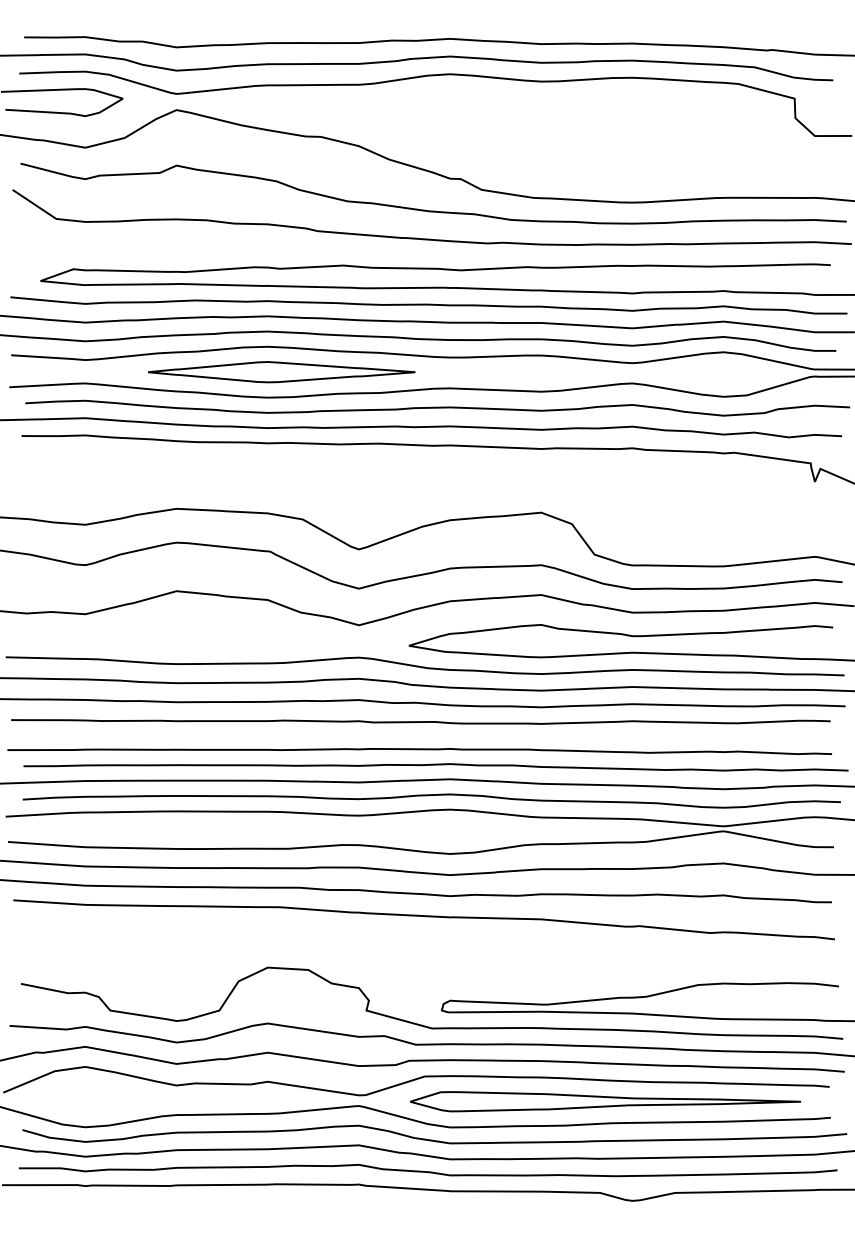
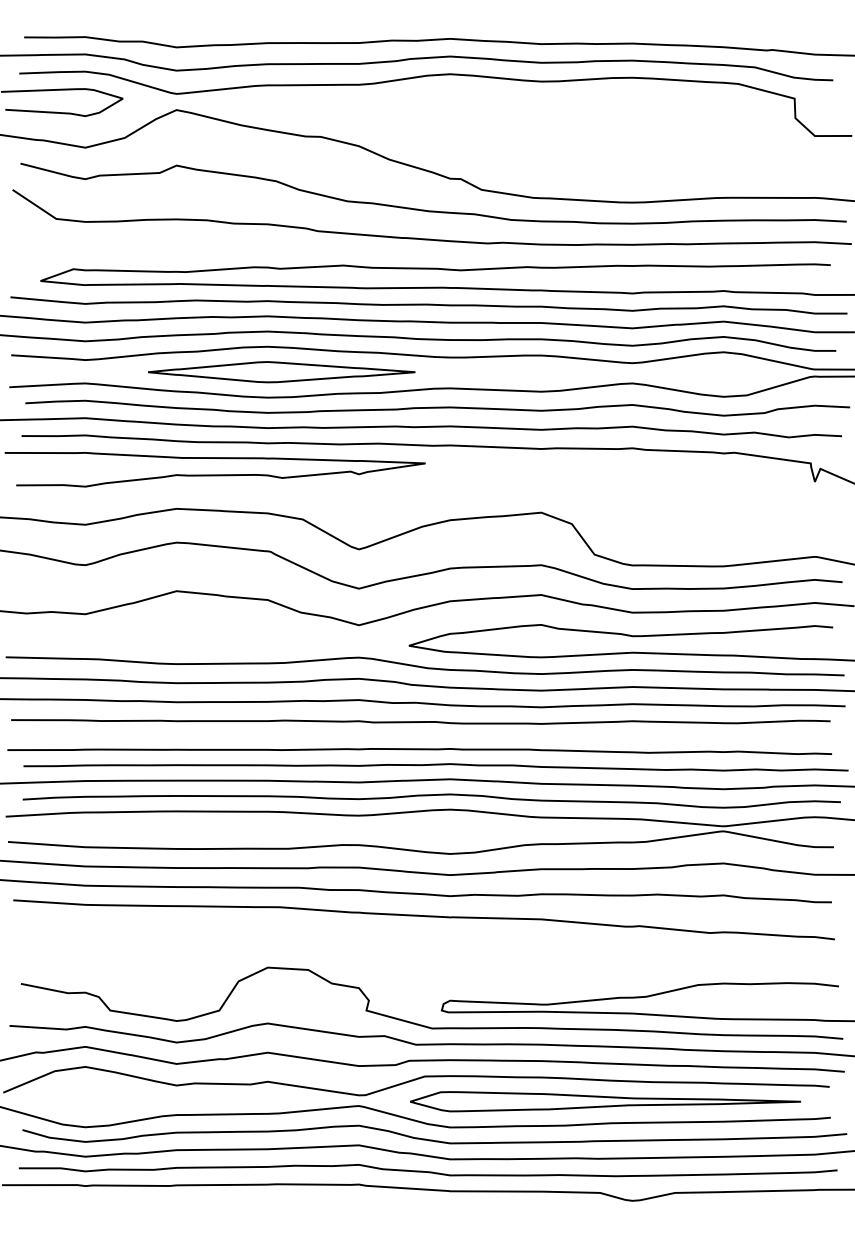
curve at (214, 474): none -> present
